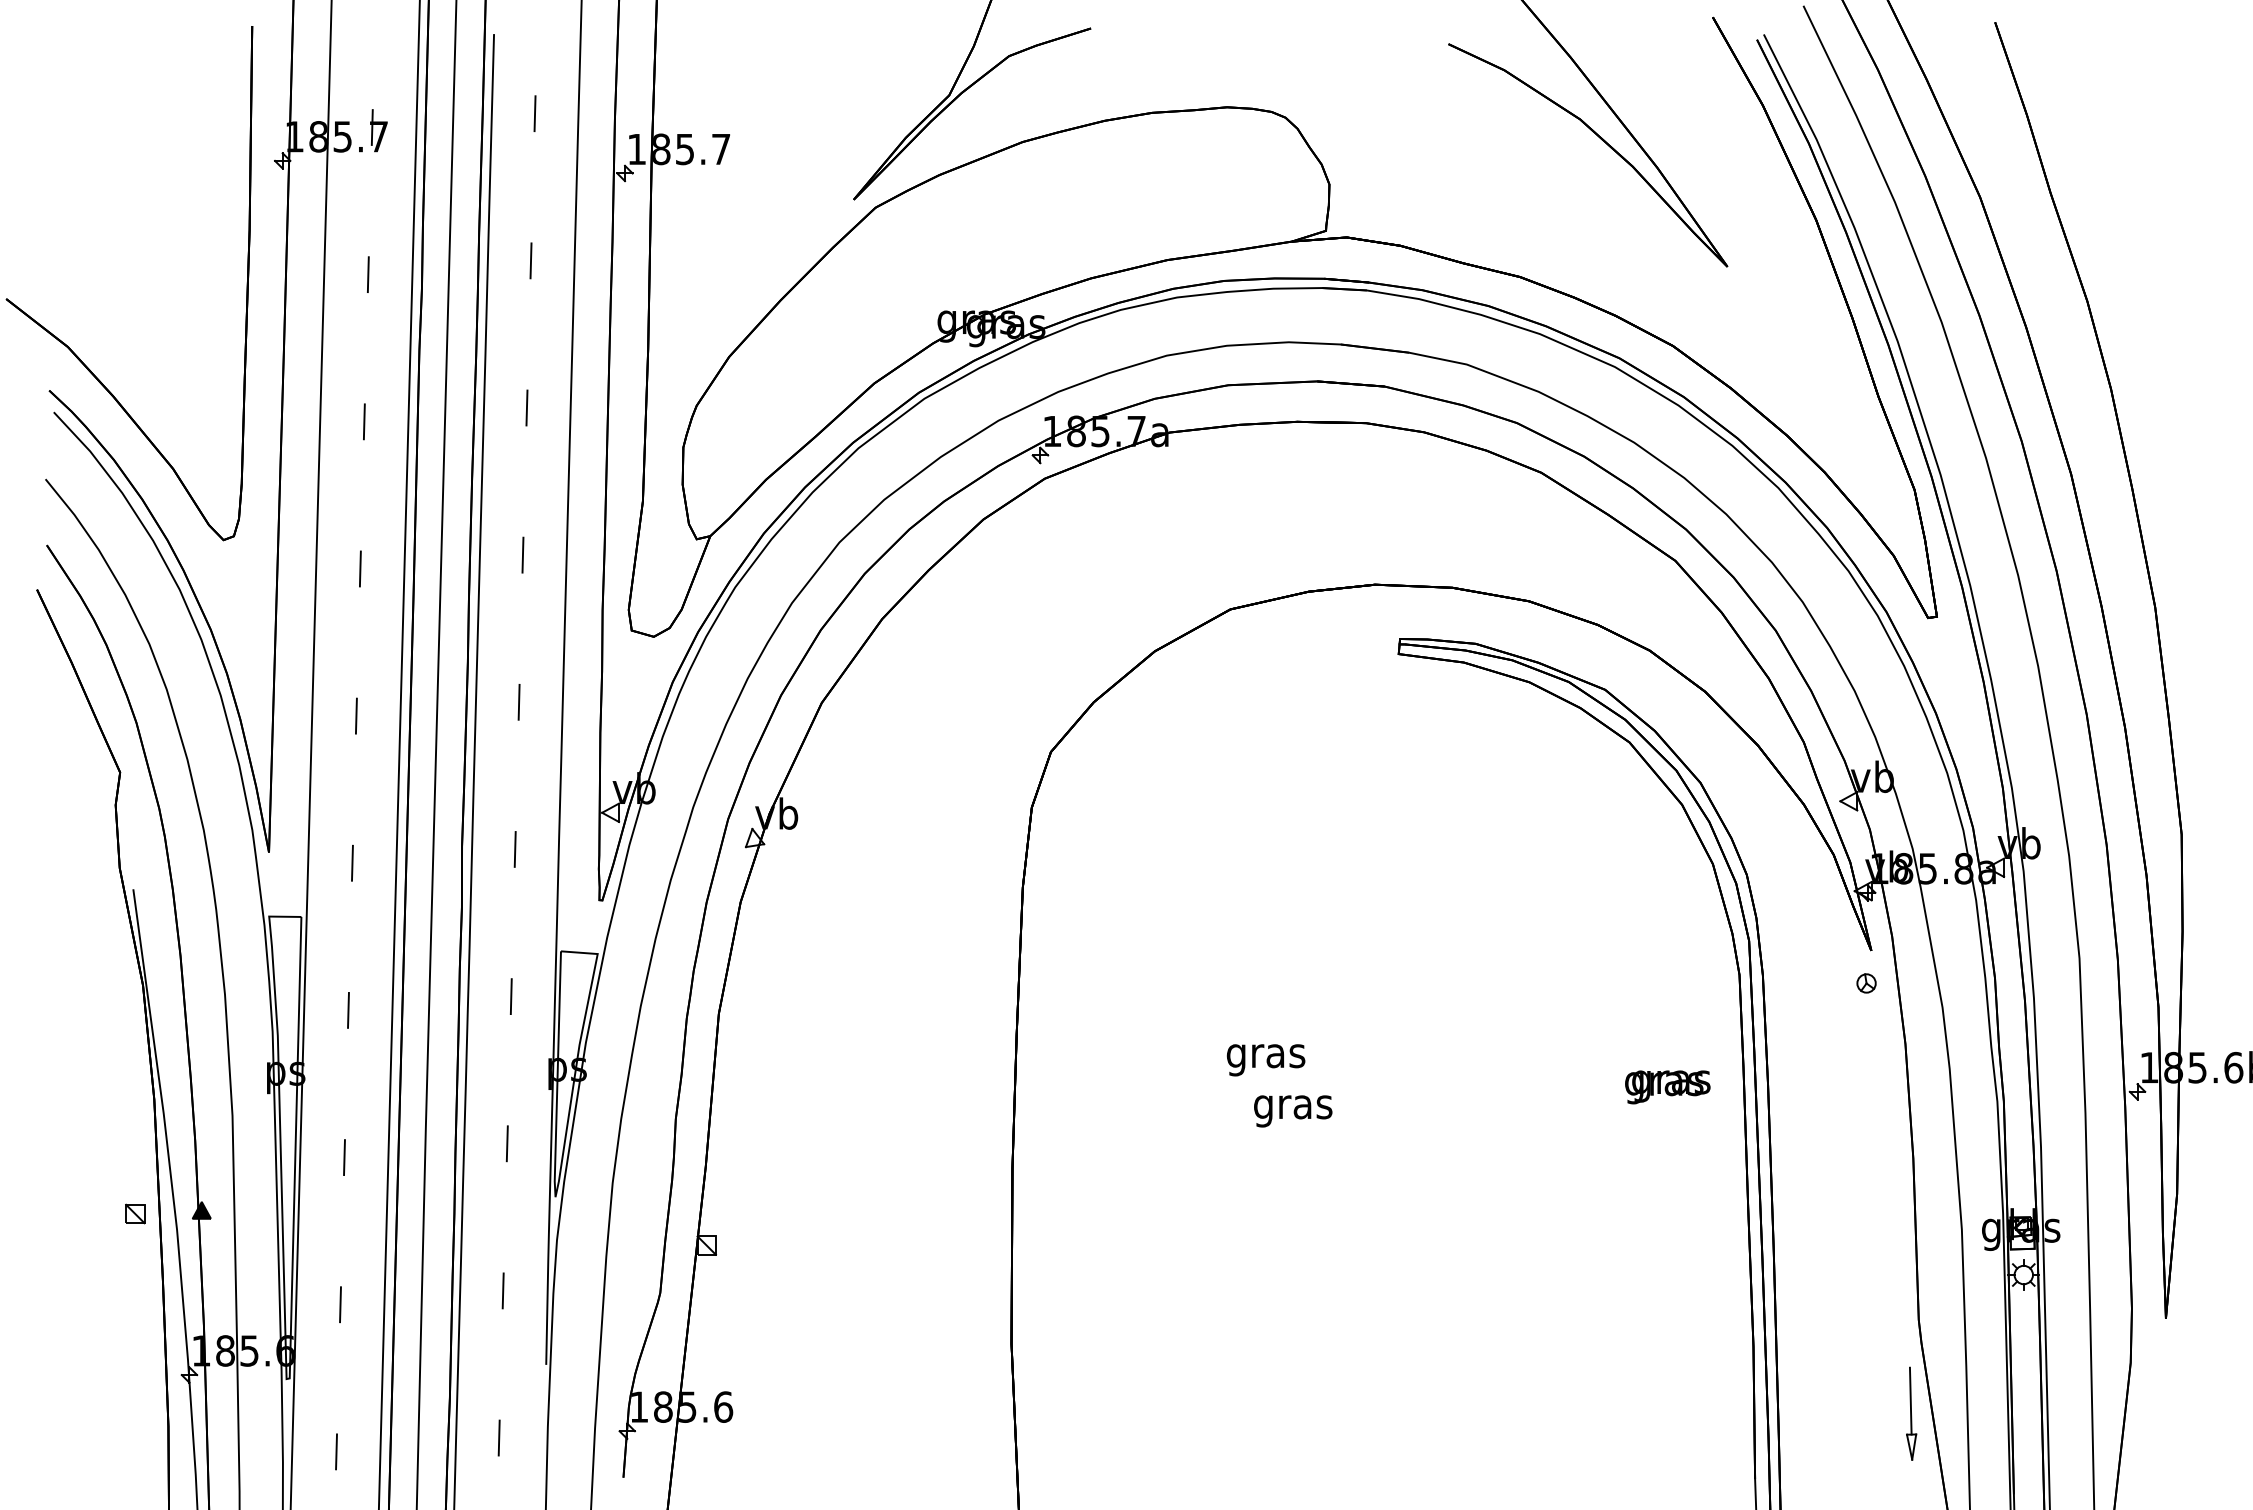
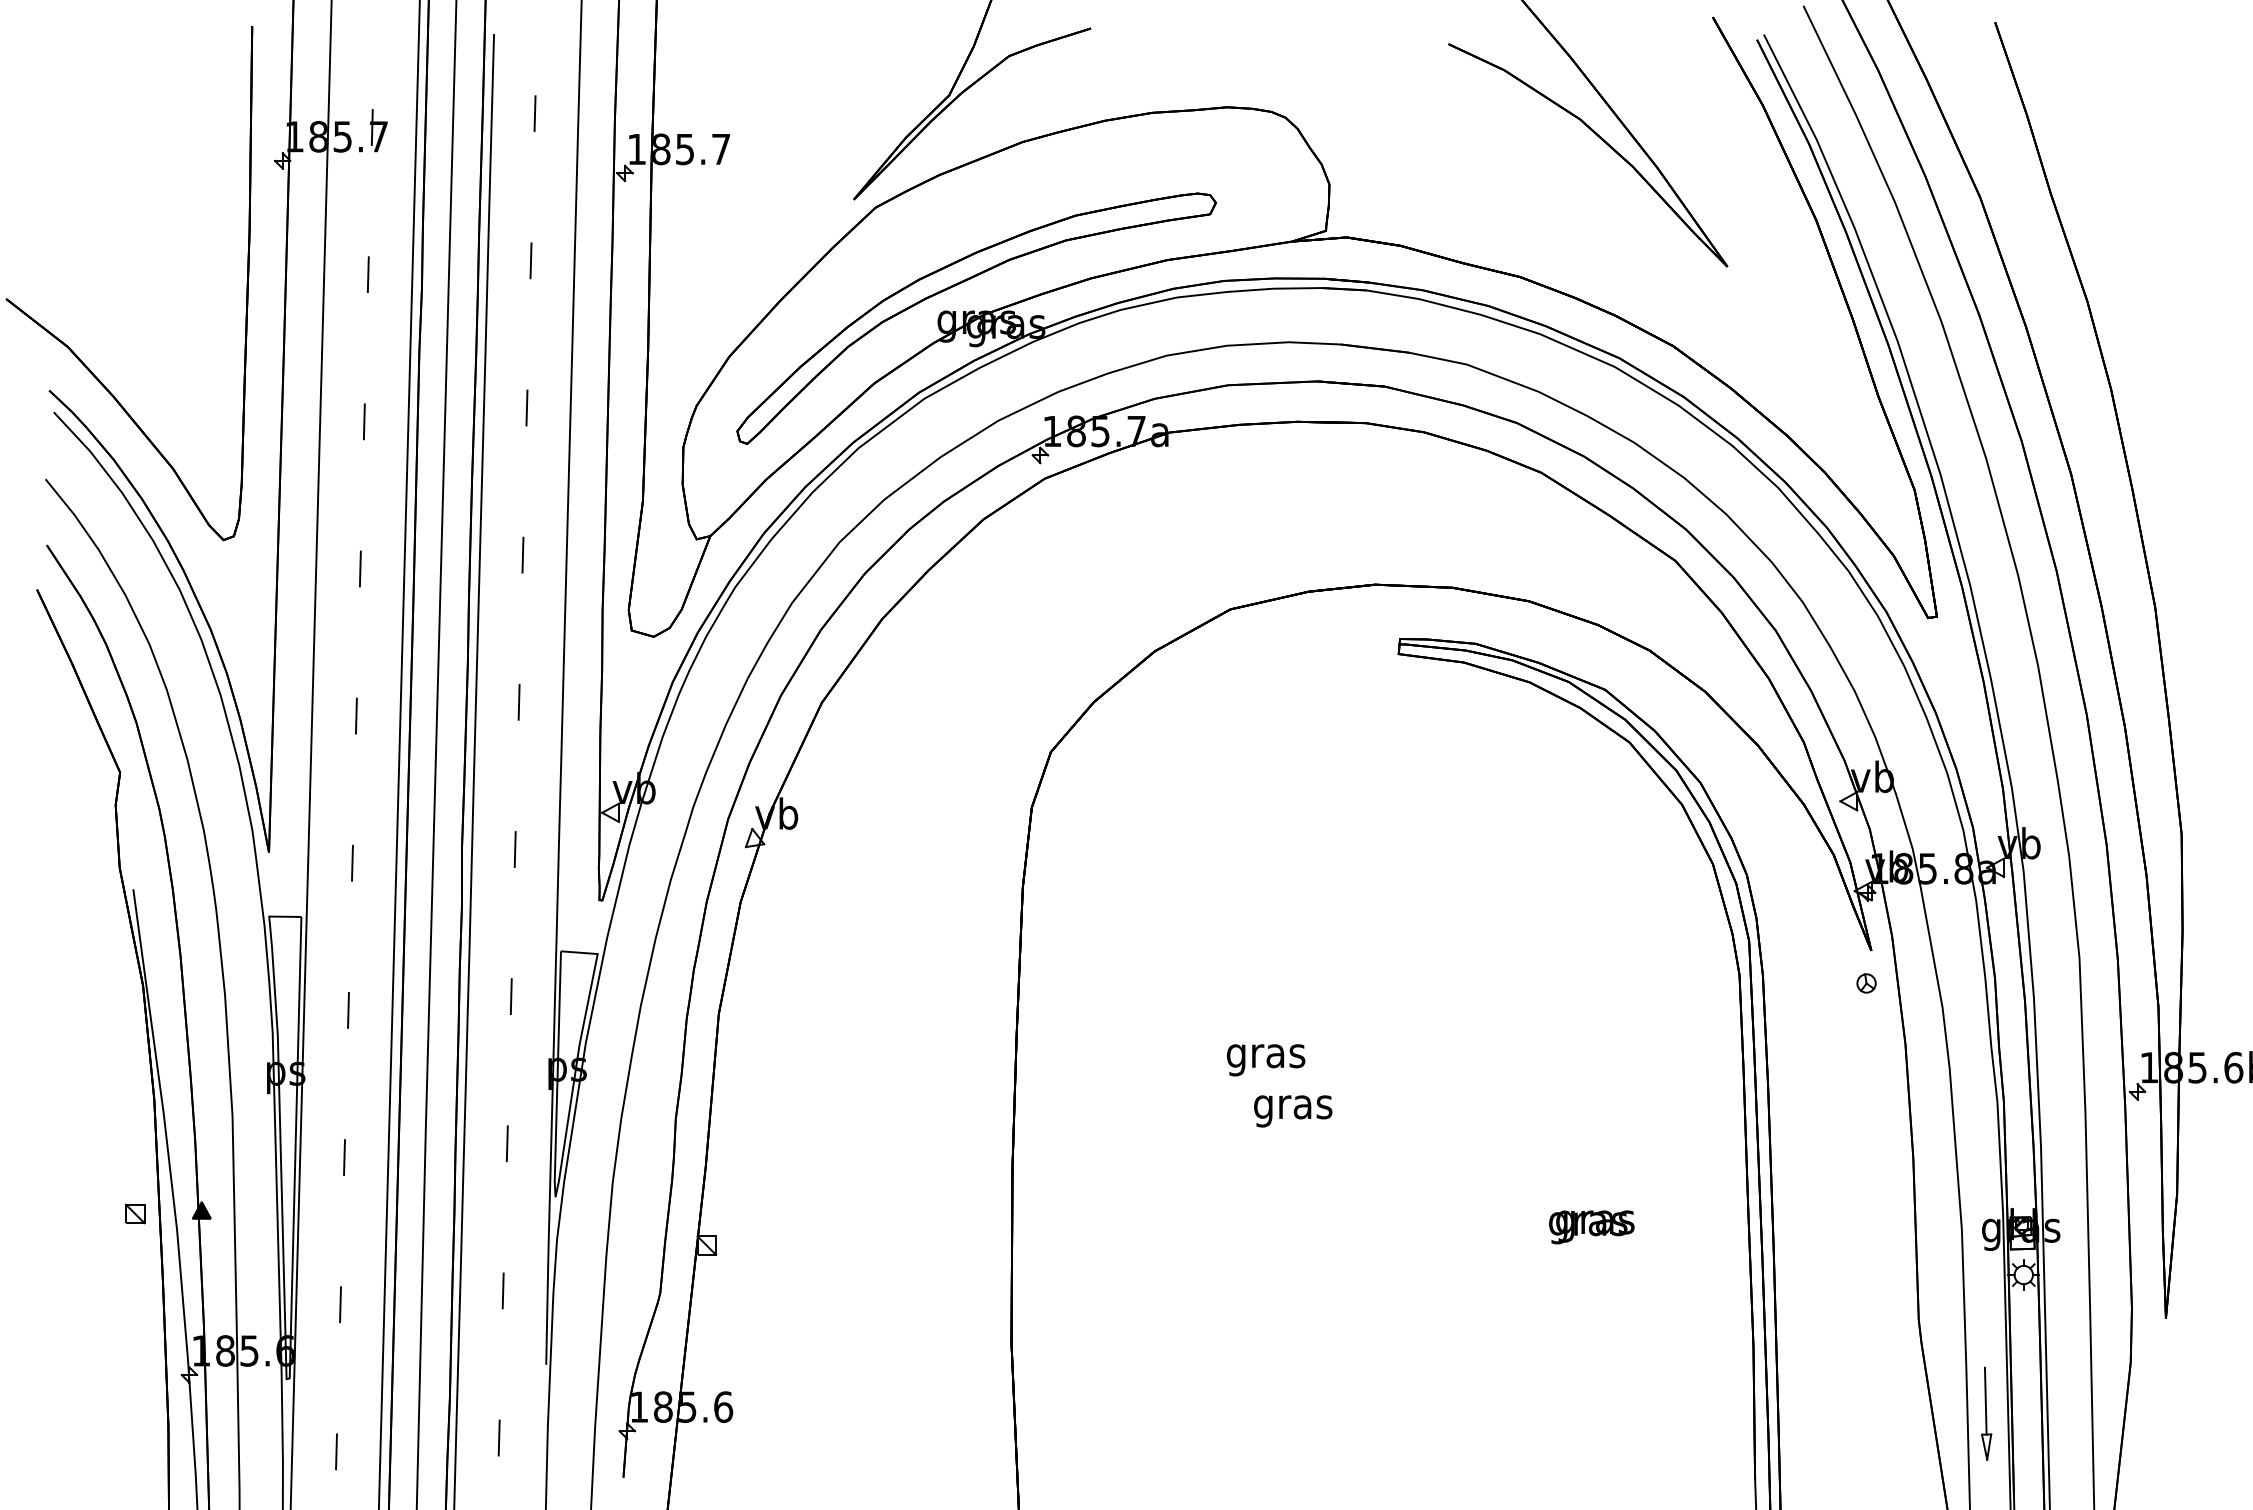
part at (959, 284): none -> present
text at (1667, 1087) position: (1667, 1087) -> (1591, 1227)
part at (1911, 1413) position: (1911, 1413) -> (1986, 1413)
